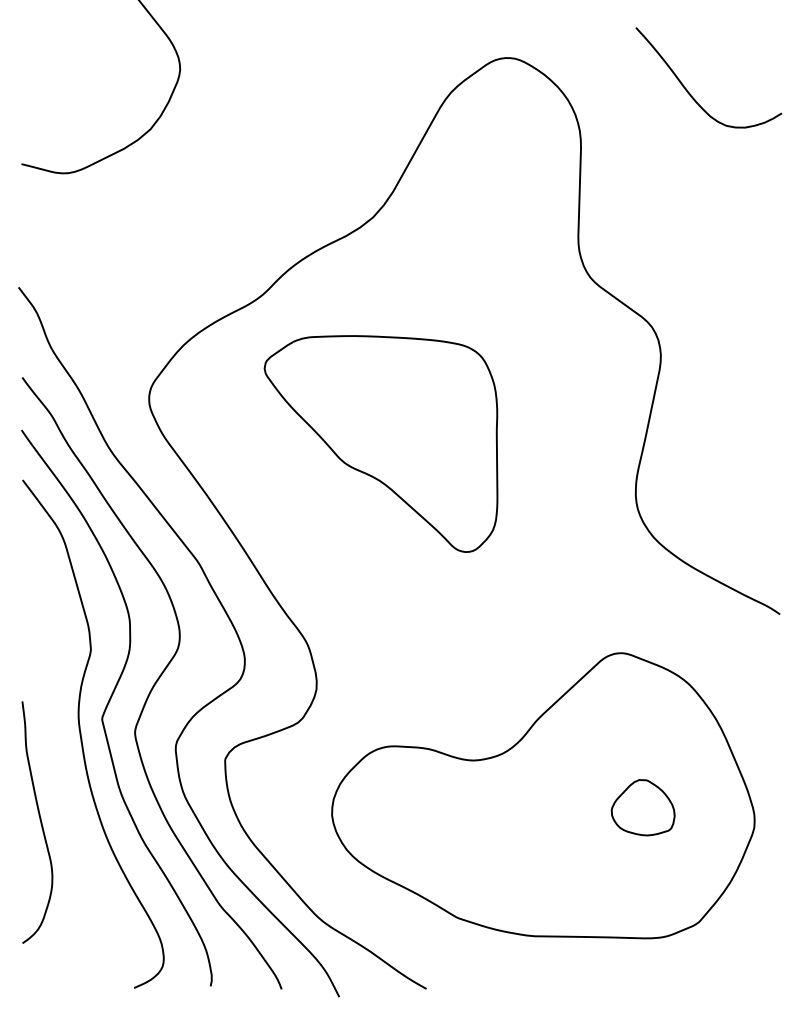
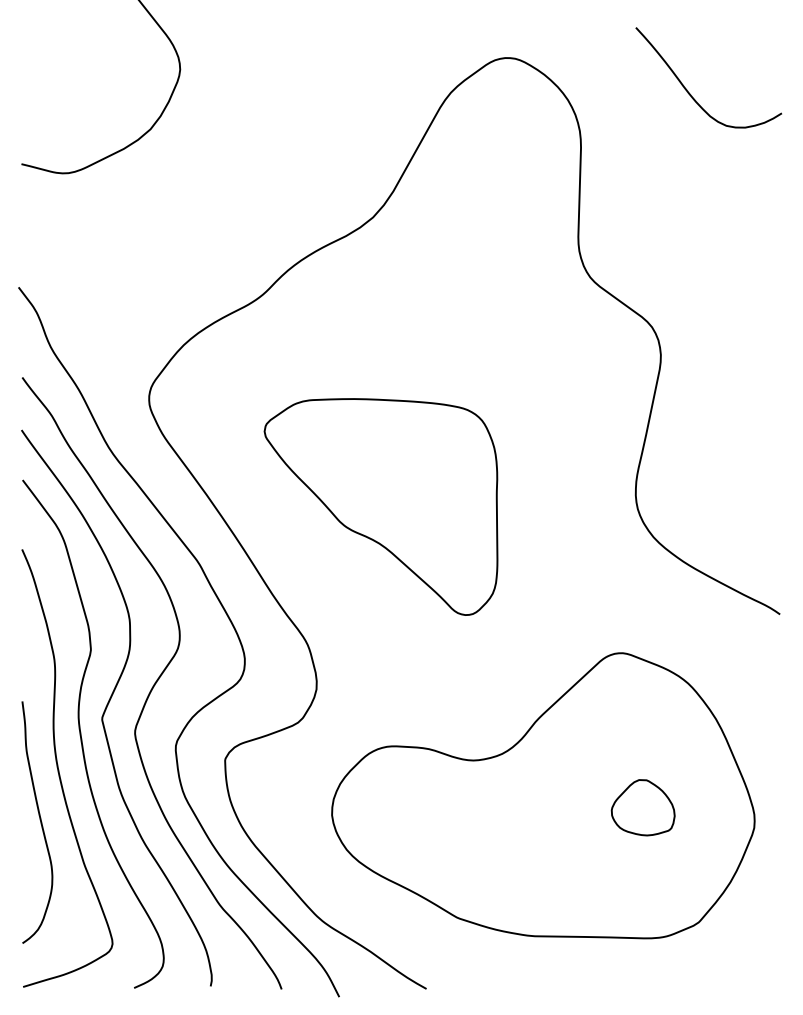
part at (380, 443) position: (380, 443) -> (380, 506)
curve at (59, 769): none -> present
